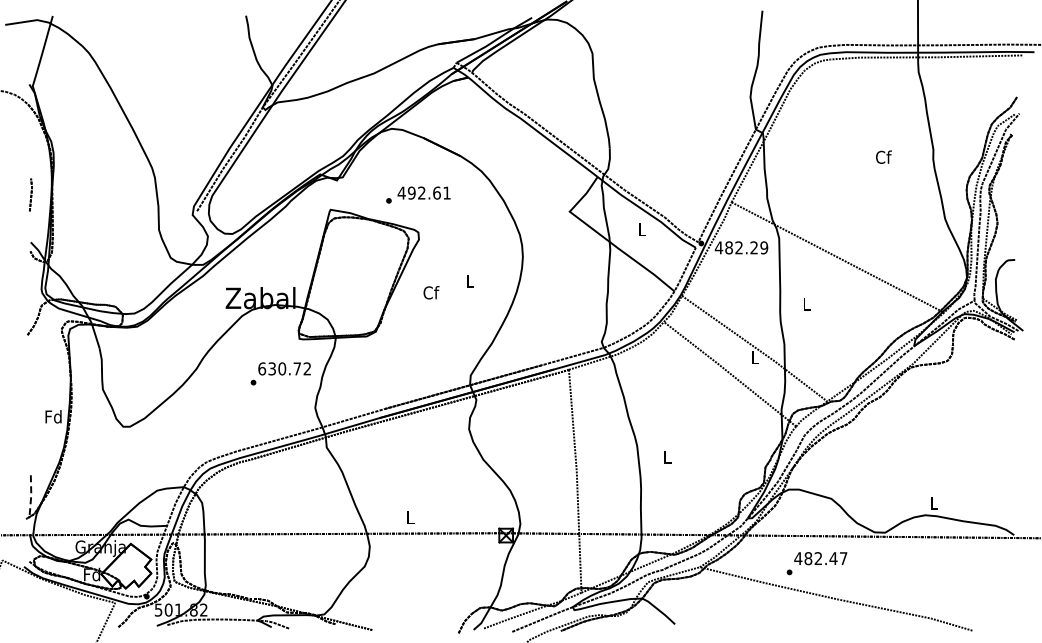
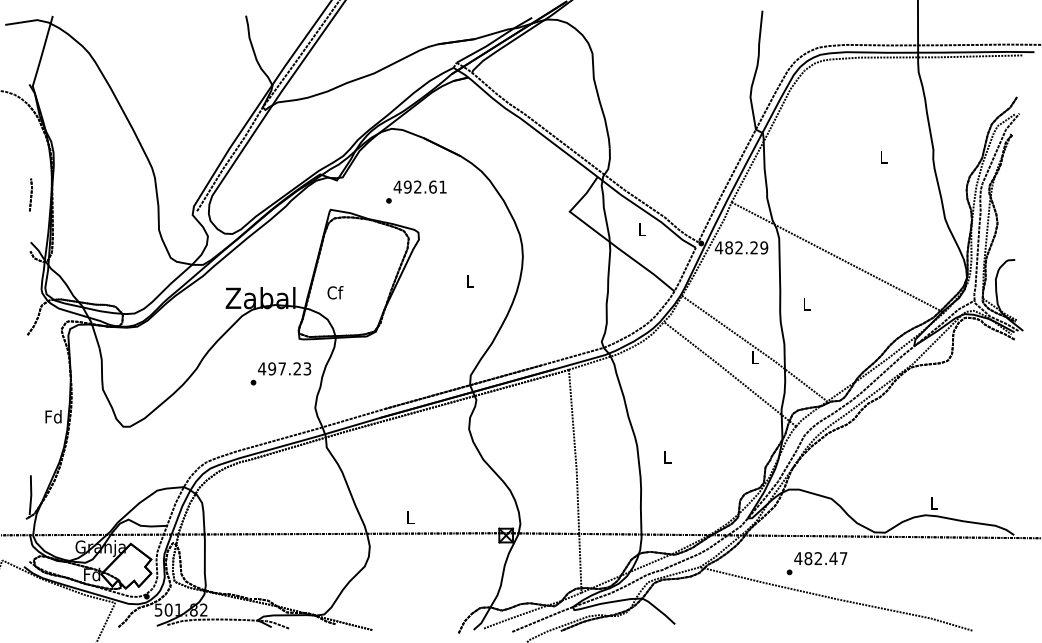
text at (883, 156): Cf -> L
text at (423, 192) position: (423, 192) -> (419, 186)
text at (431, 292) position: (431, 292) -> (335, 292)
text at (284, 368): 630.72 -> 497.23
line at (31, 495): dashed -> solid
